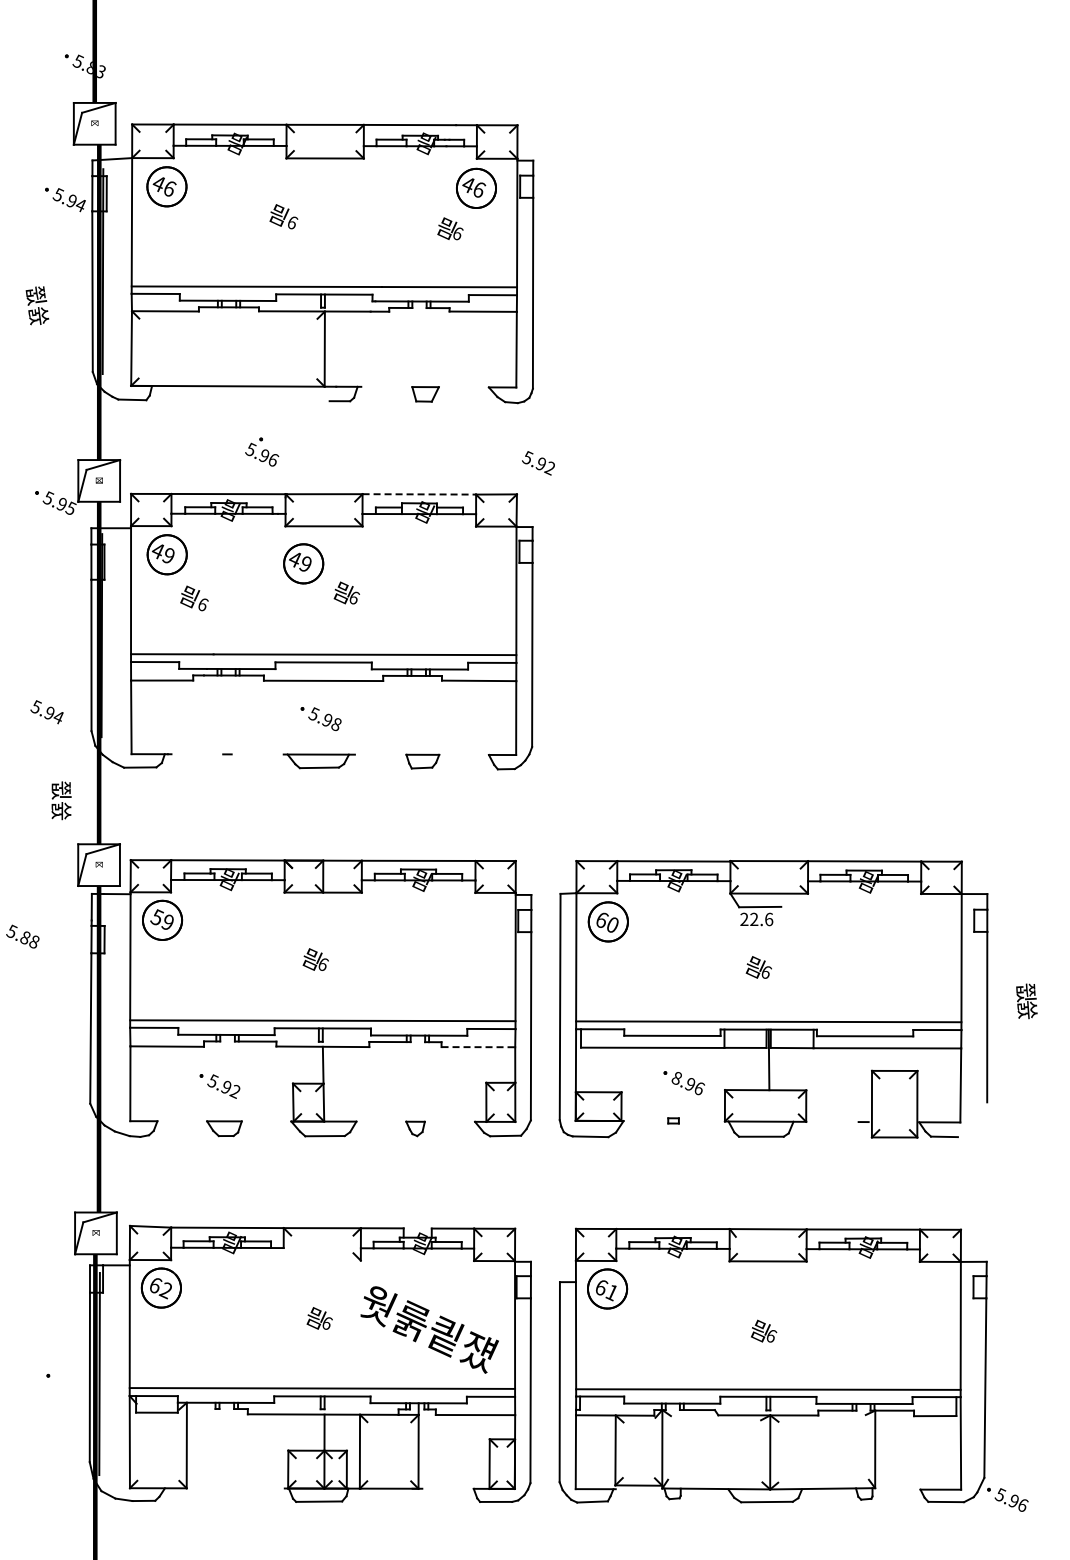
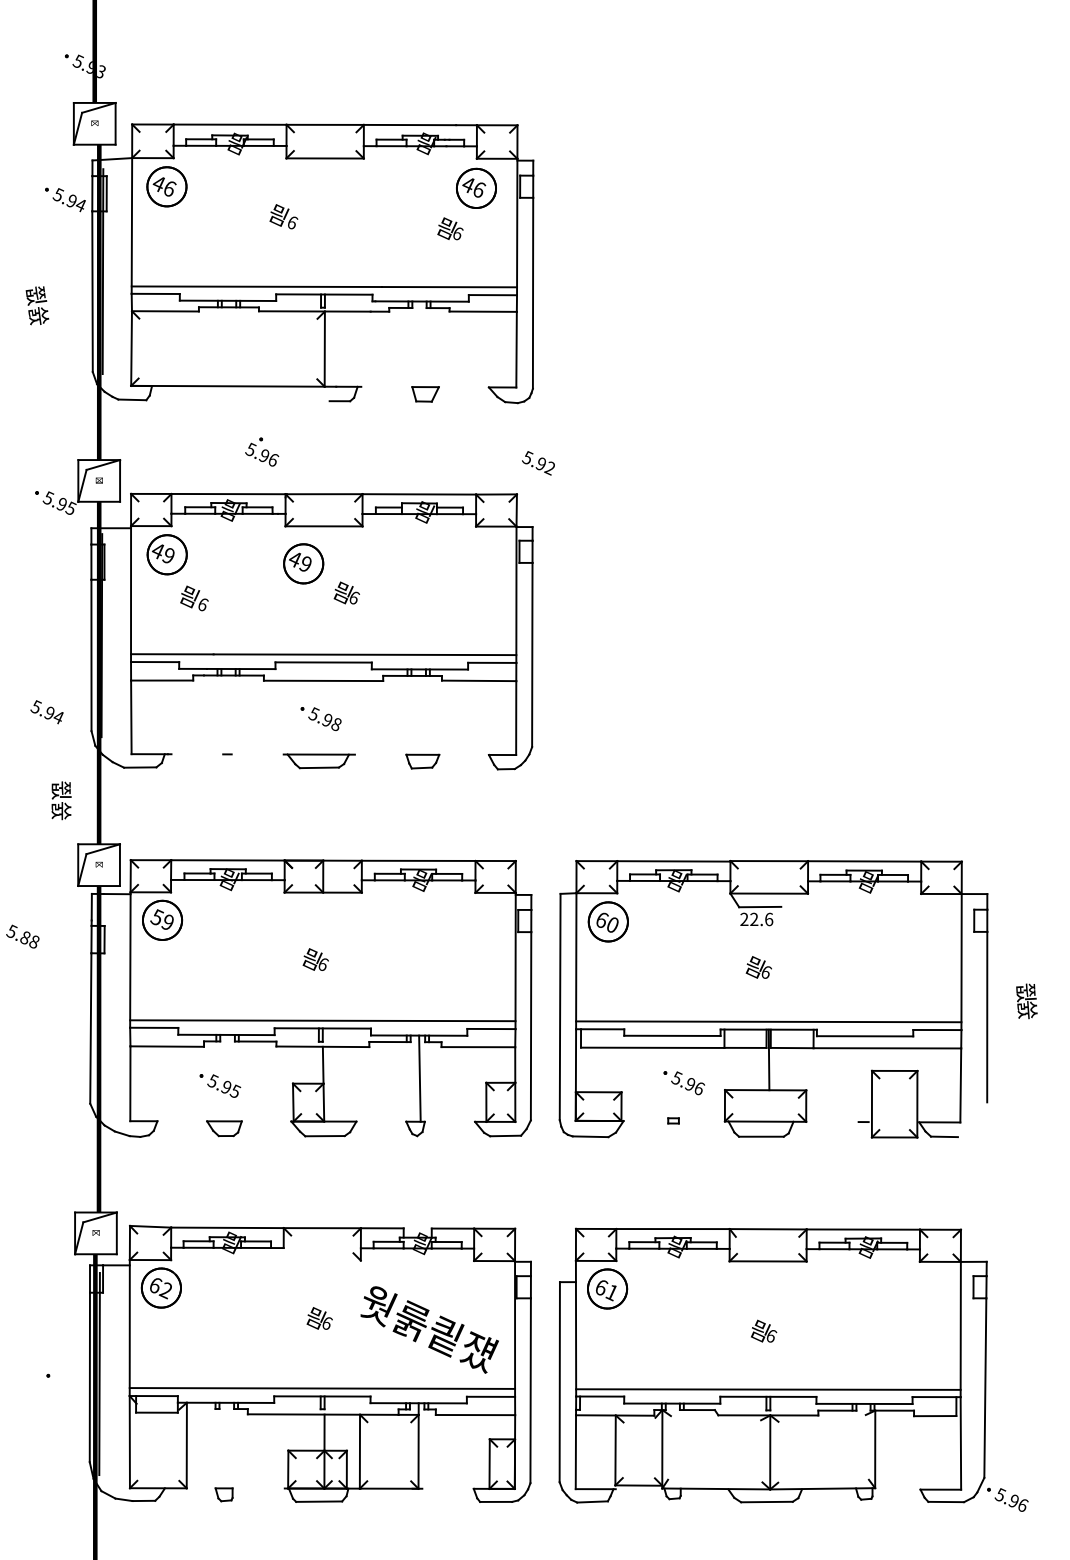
text at (89, 67): 5.83 -> 5.93
line at (419, 494): dashed -> solid
line at (478, 1047): dashed -> solid
text at (676, 1077): 8.96 -> 5.96
line at (419, 1078): none -> present
text at (235, 1091): 5.92 -> 5.95
part at (223, 1494): none -> present
